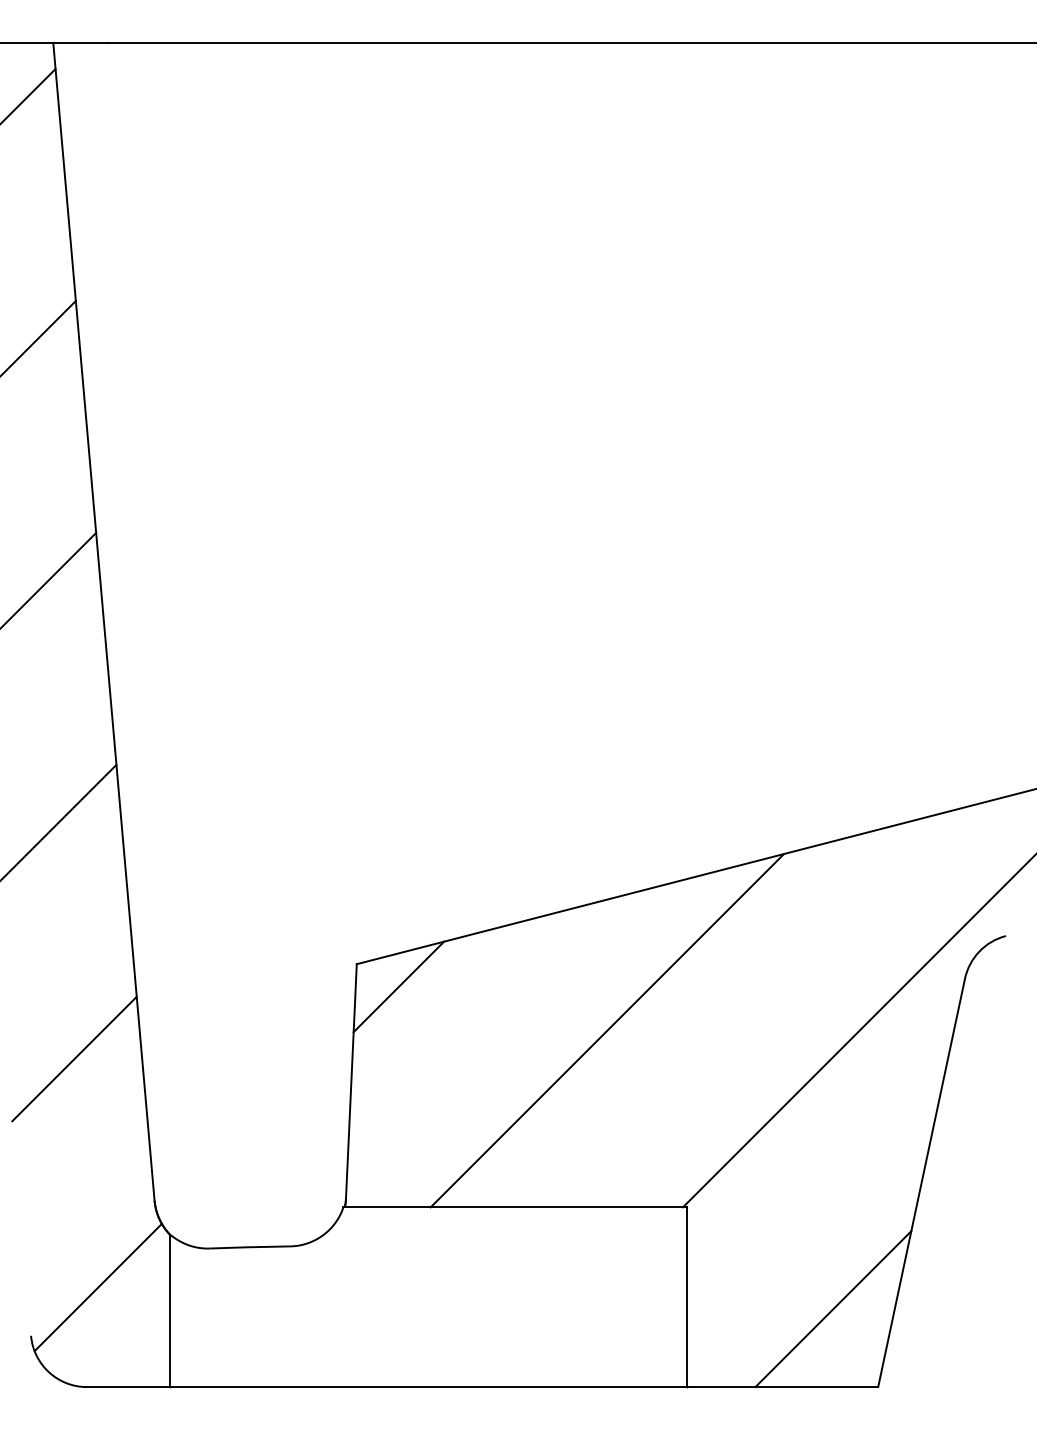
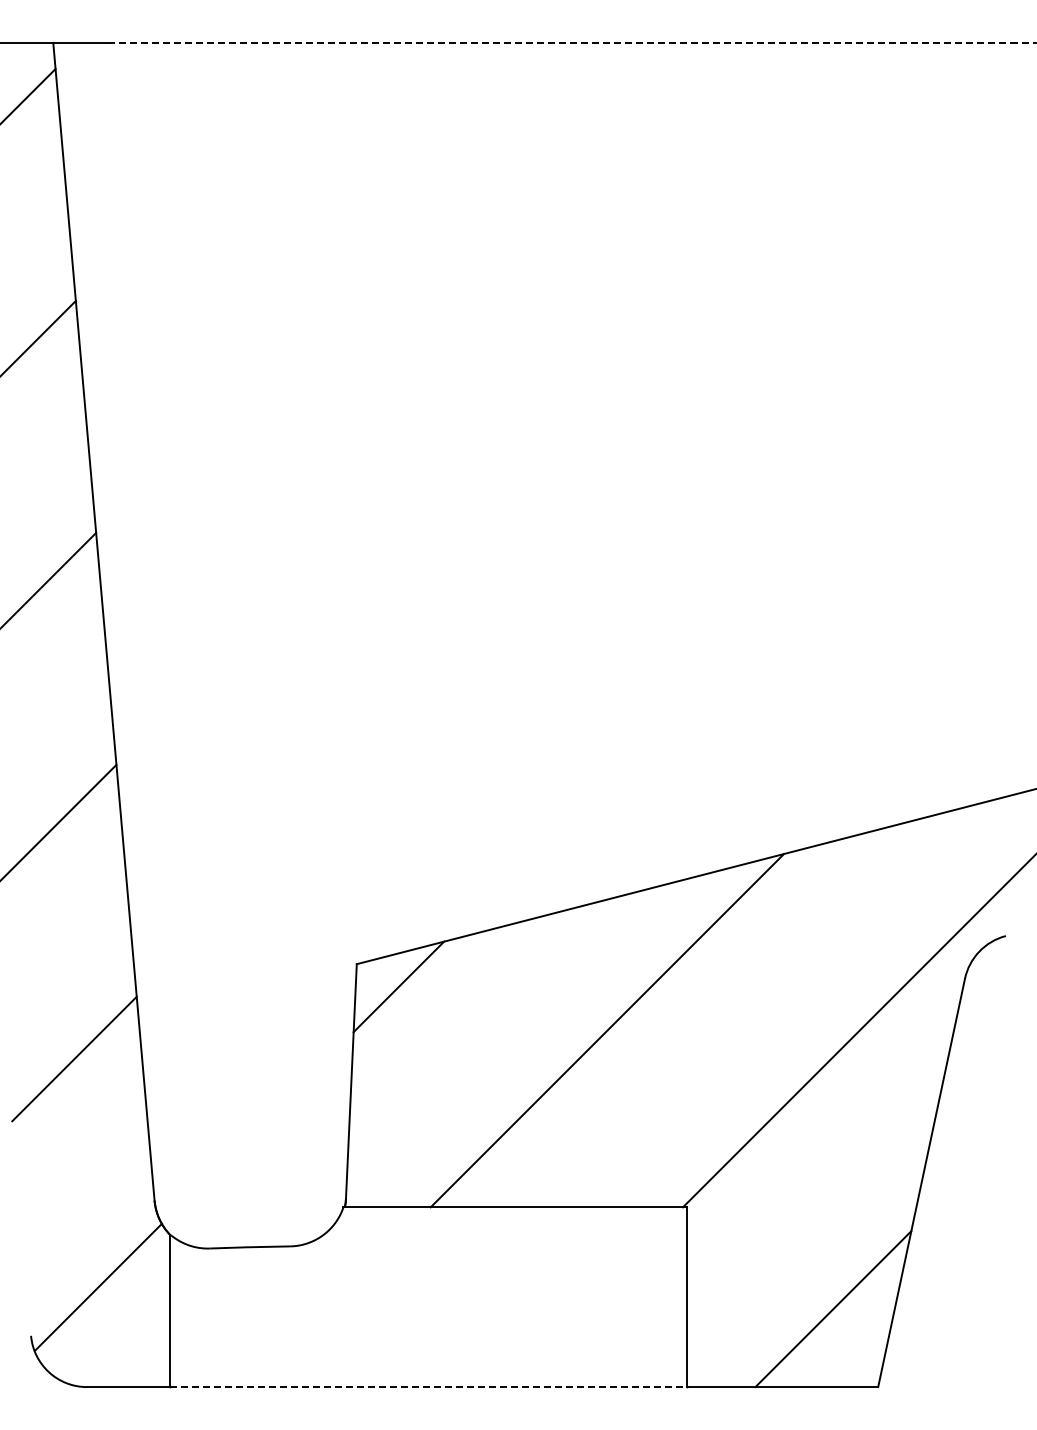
line at (572, 42): solid -> dashed
line at (429, 1387): solid -> dashed
